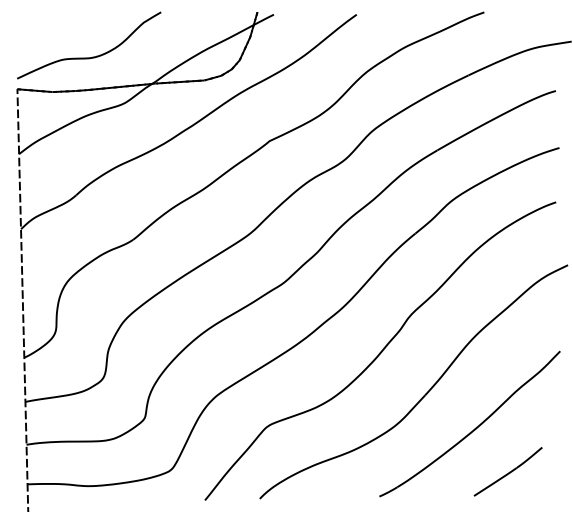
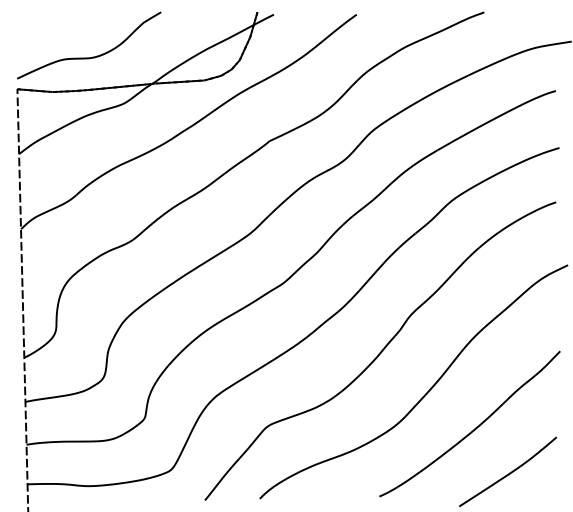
part at (507, 471) size: 70x50 px -> 99x71 px
